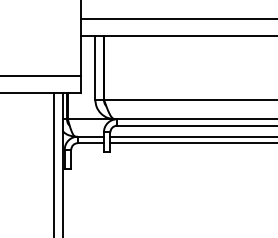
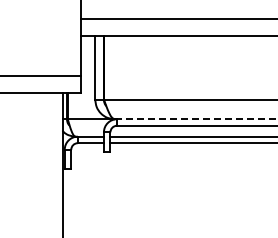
line at (196, 119): solid -> dashed
line at (53, 163): present -> none
